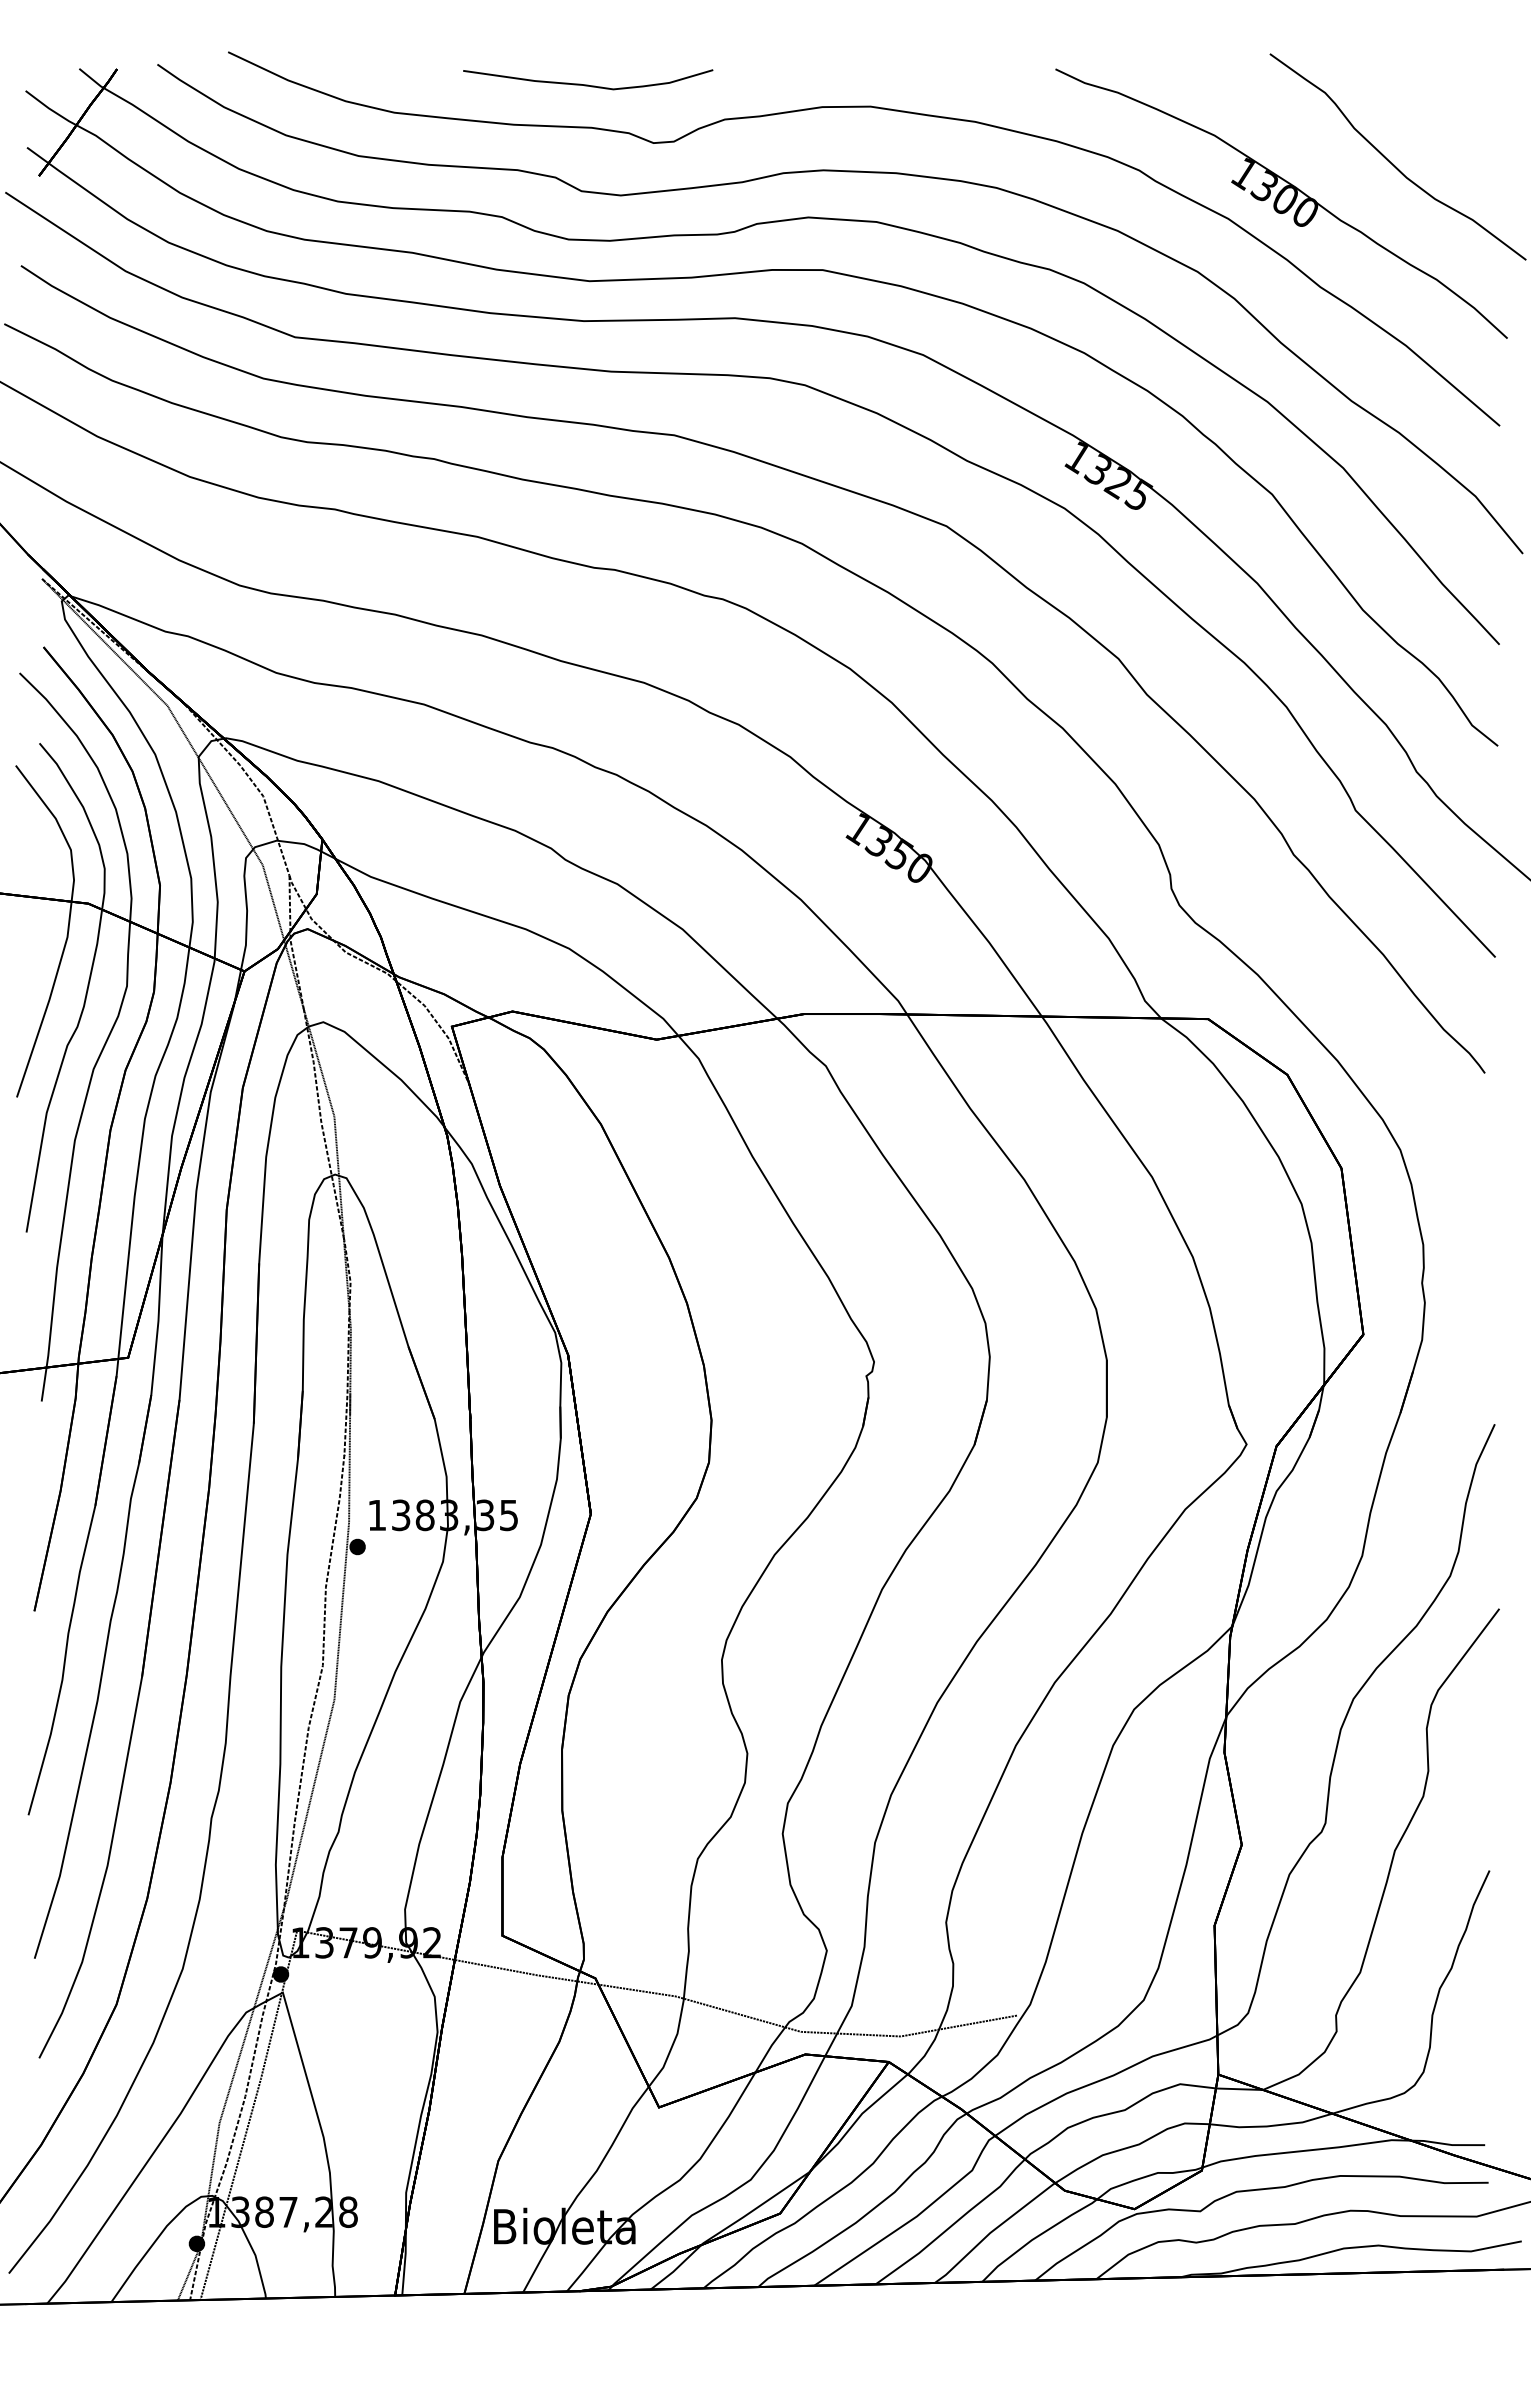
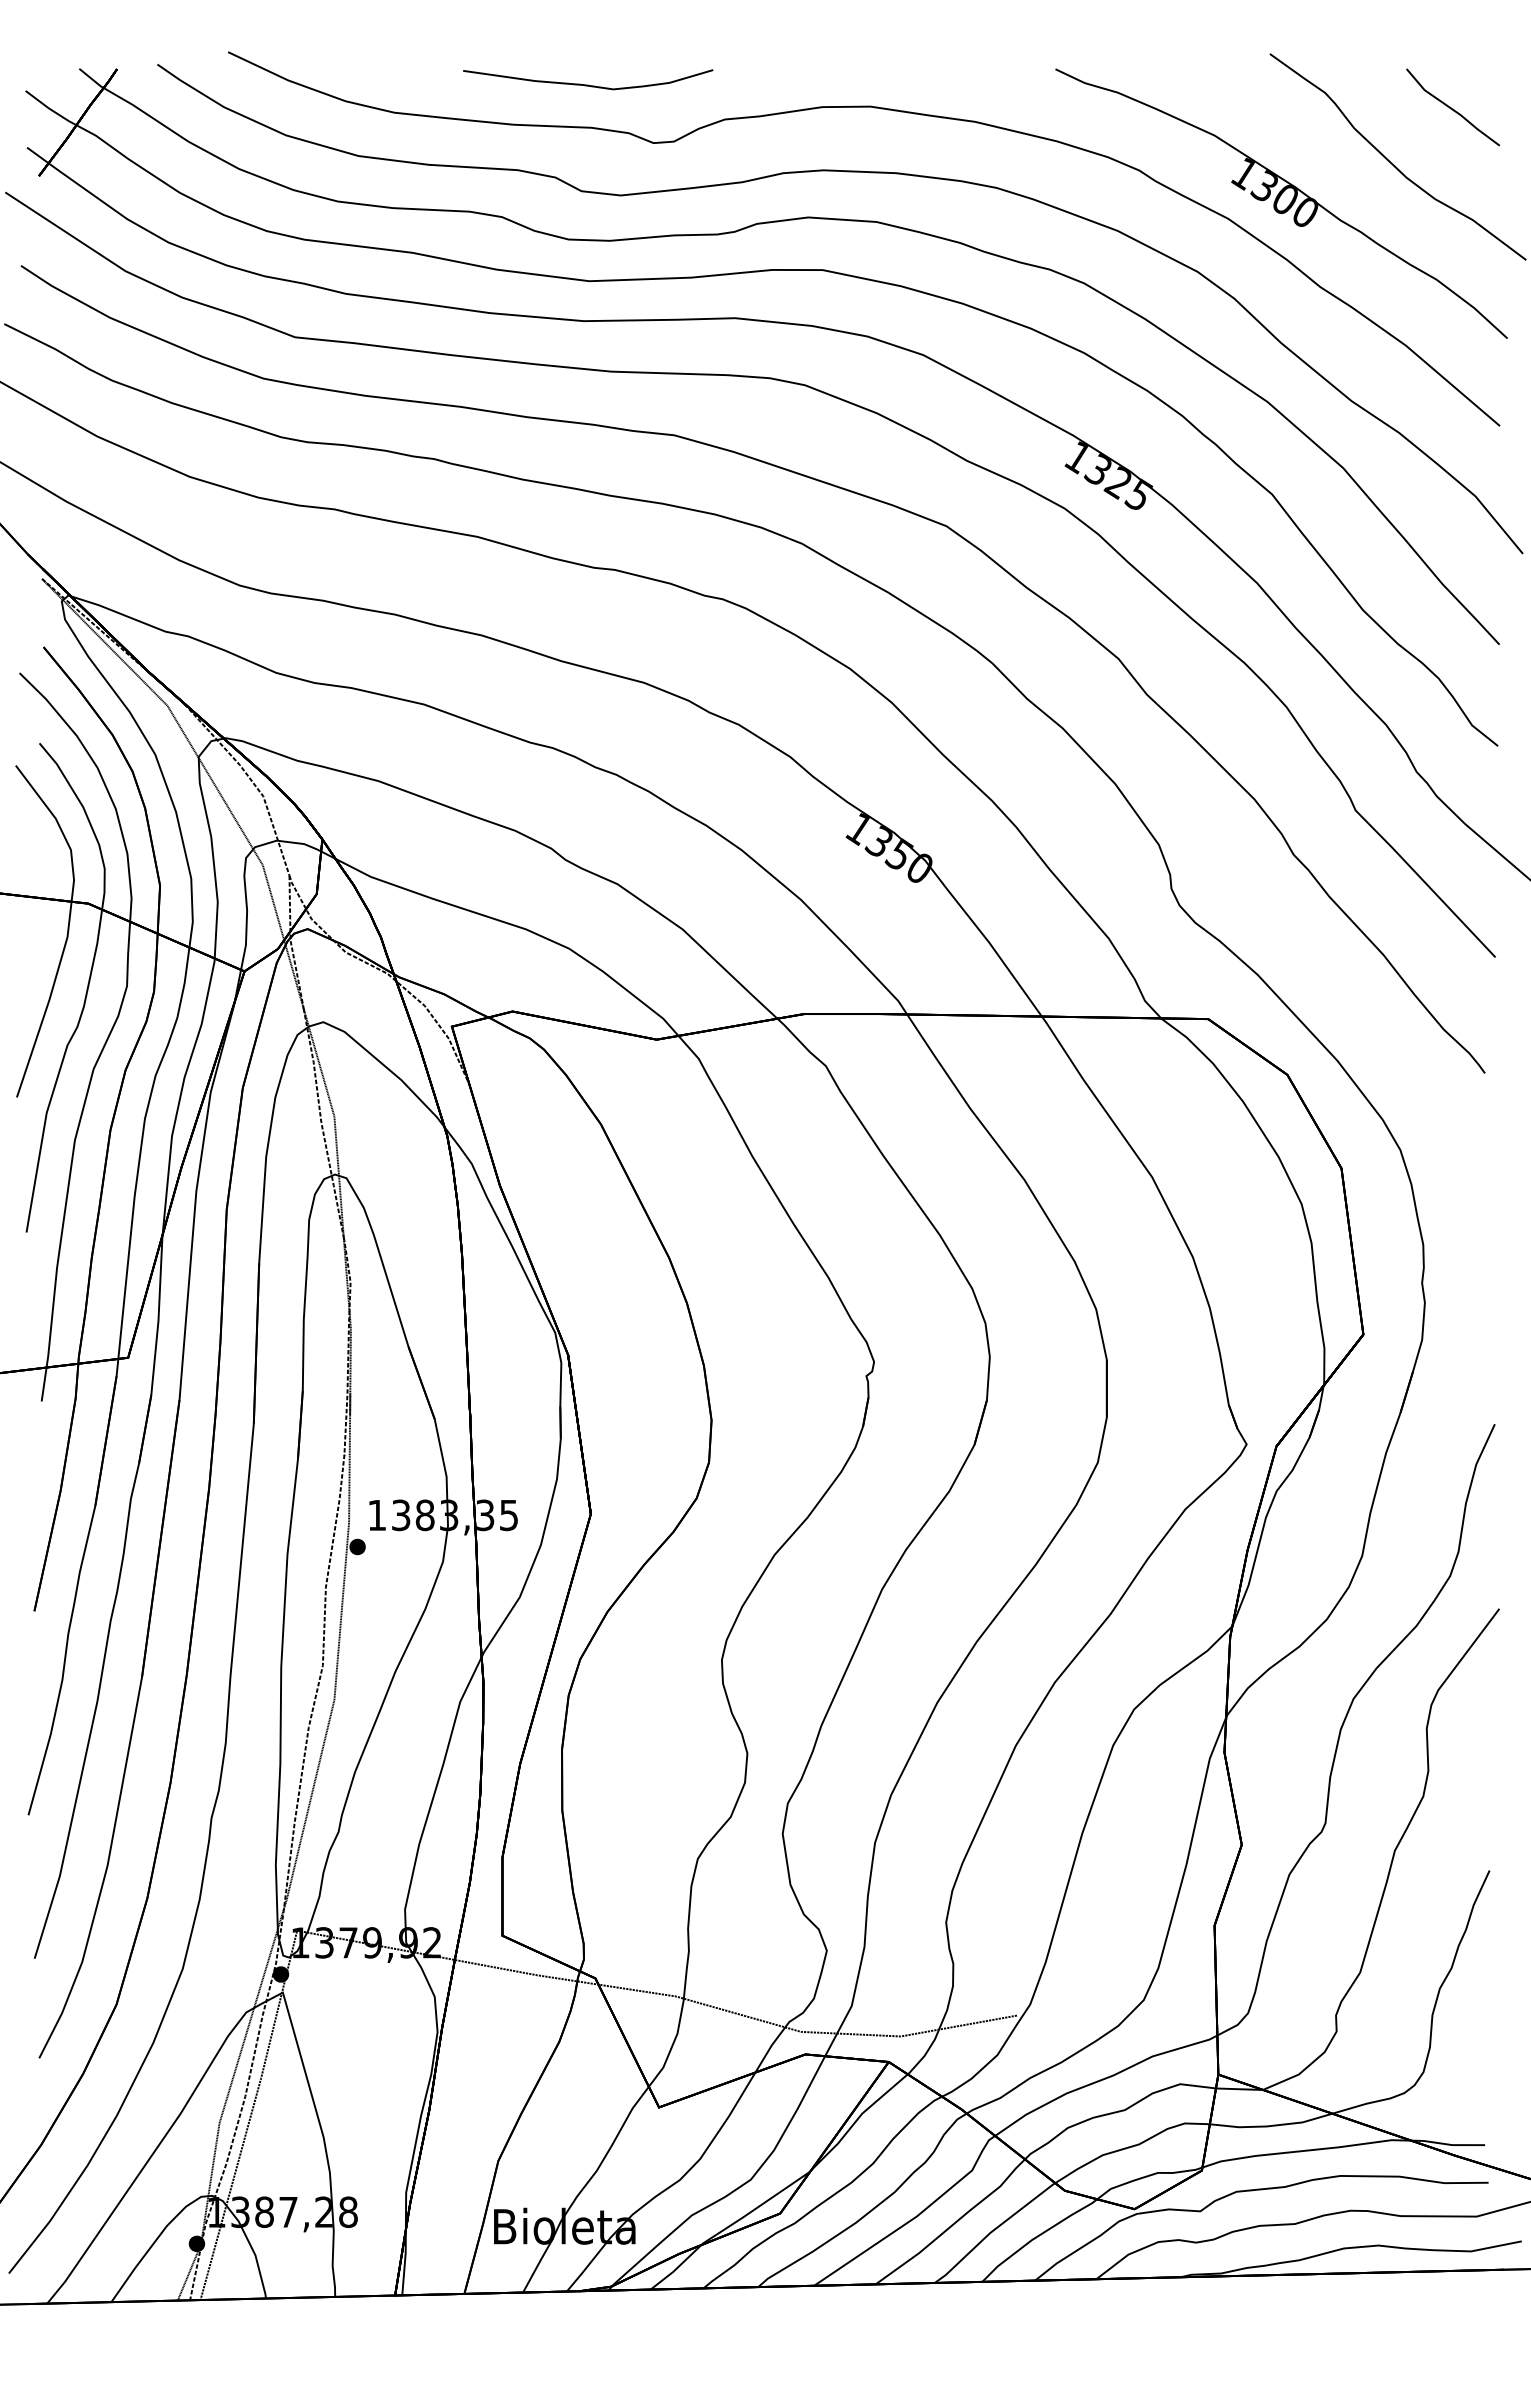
line at (1451, 107): none -> present
